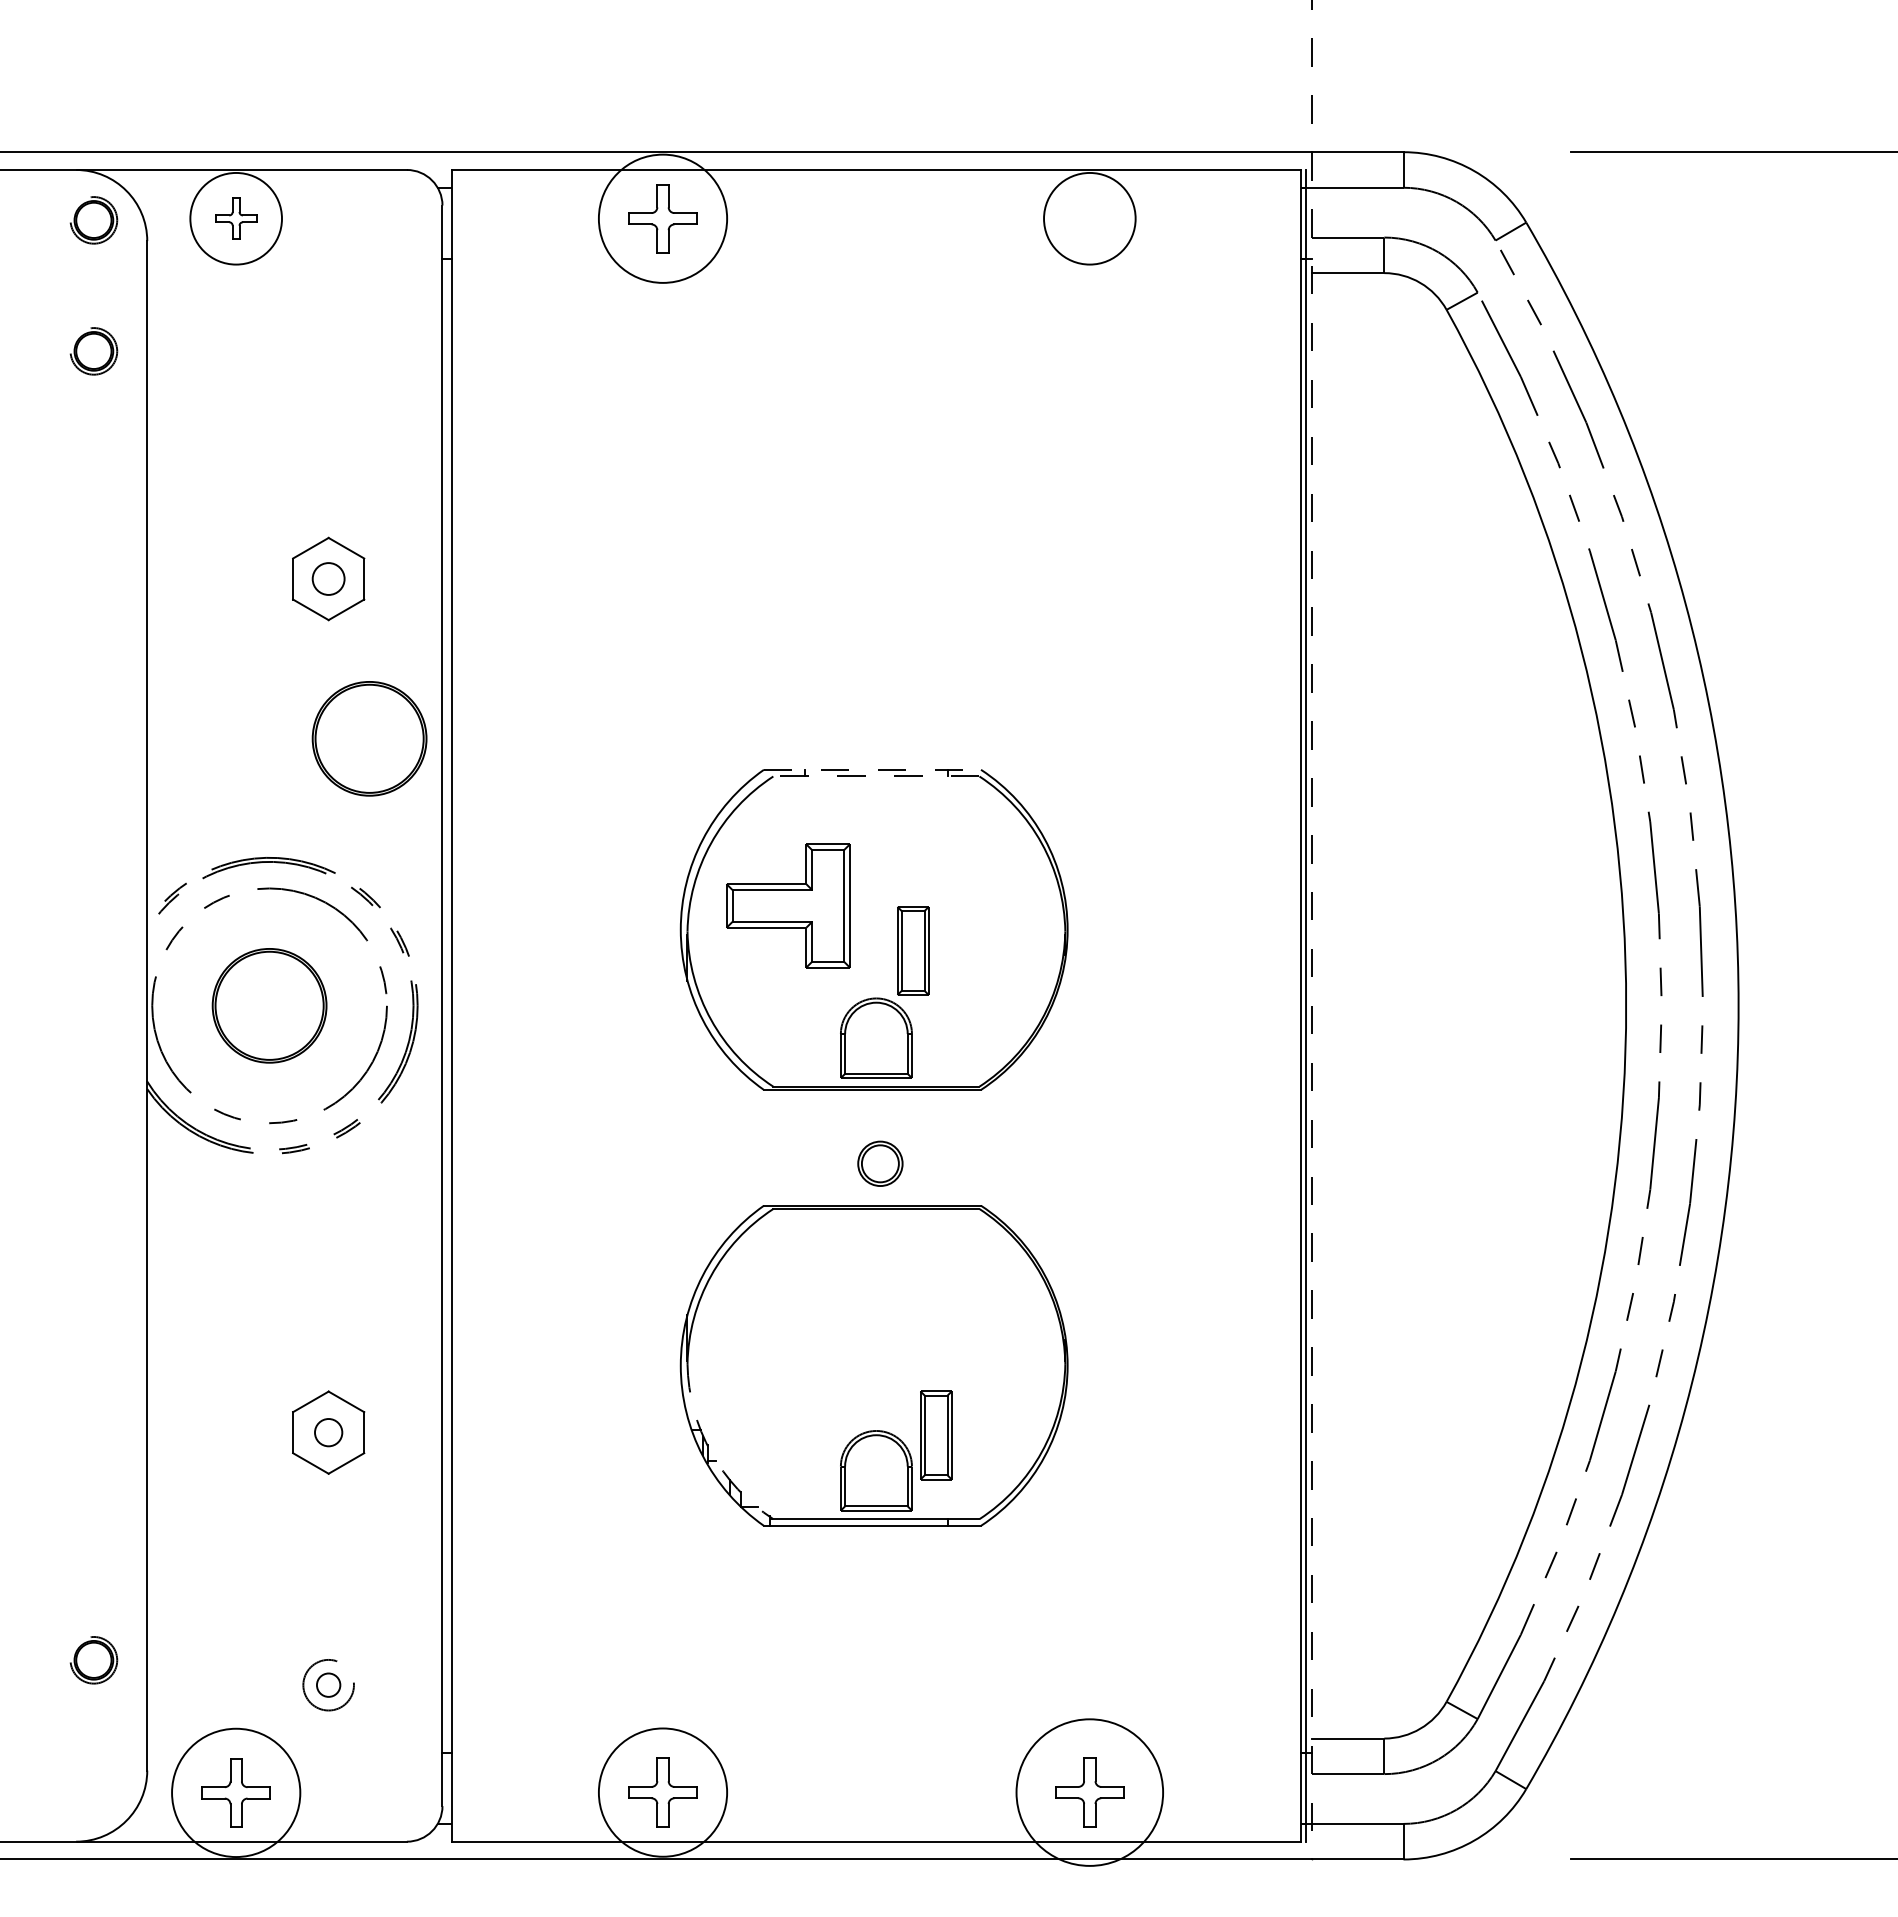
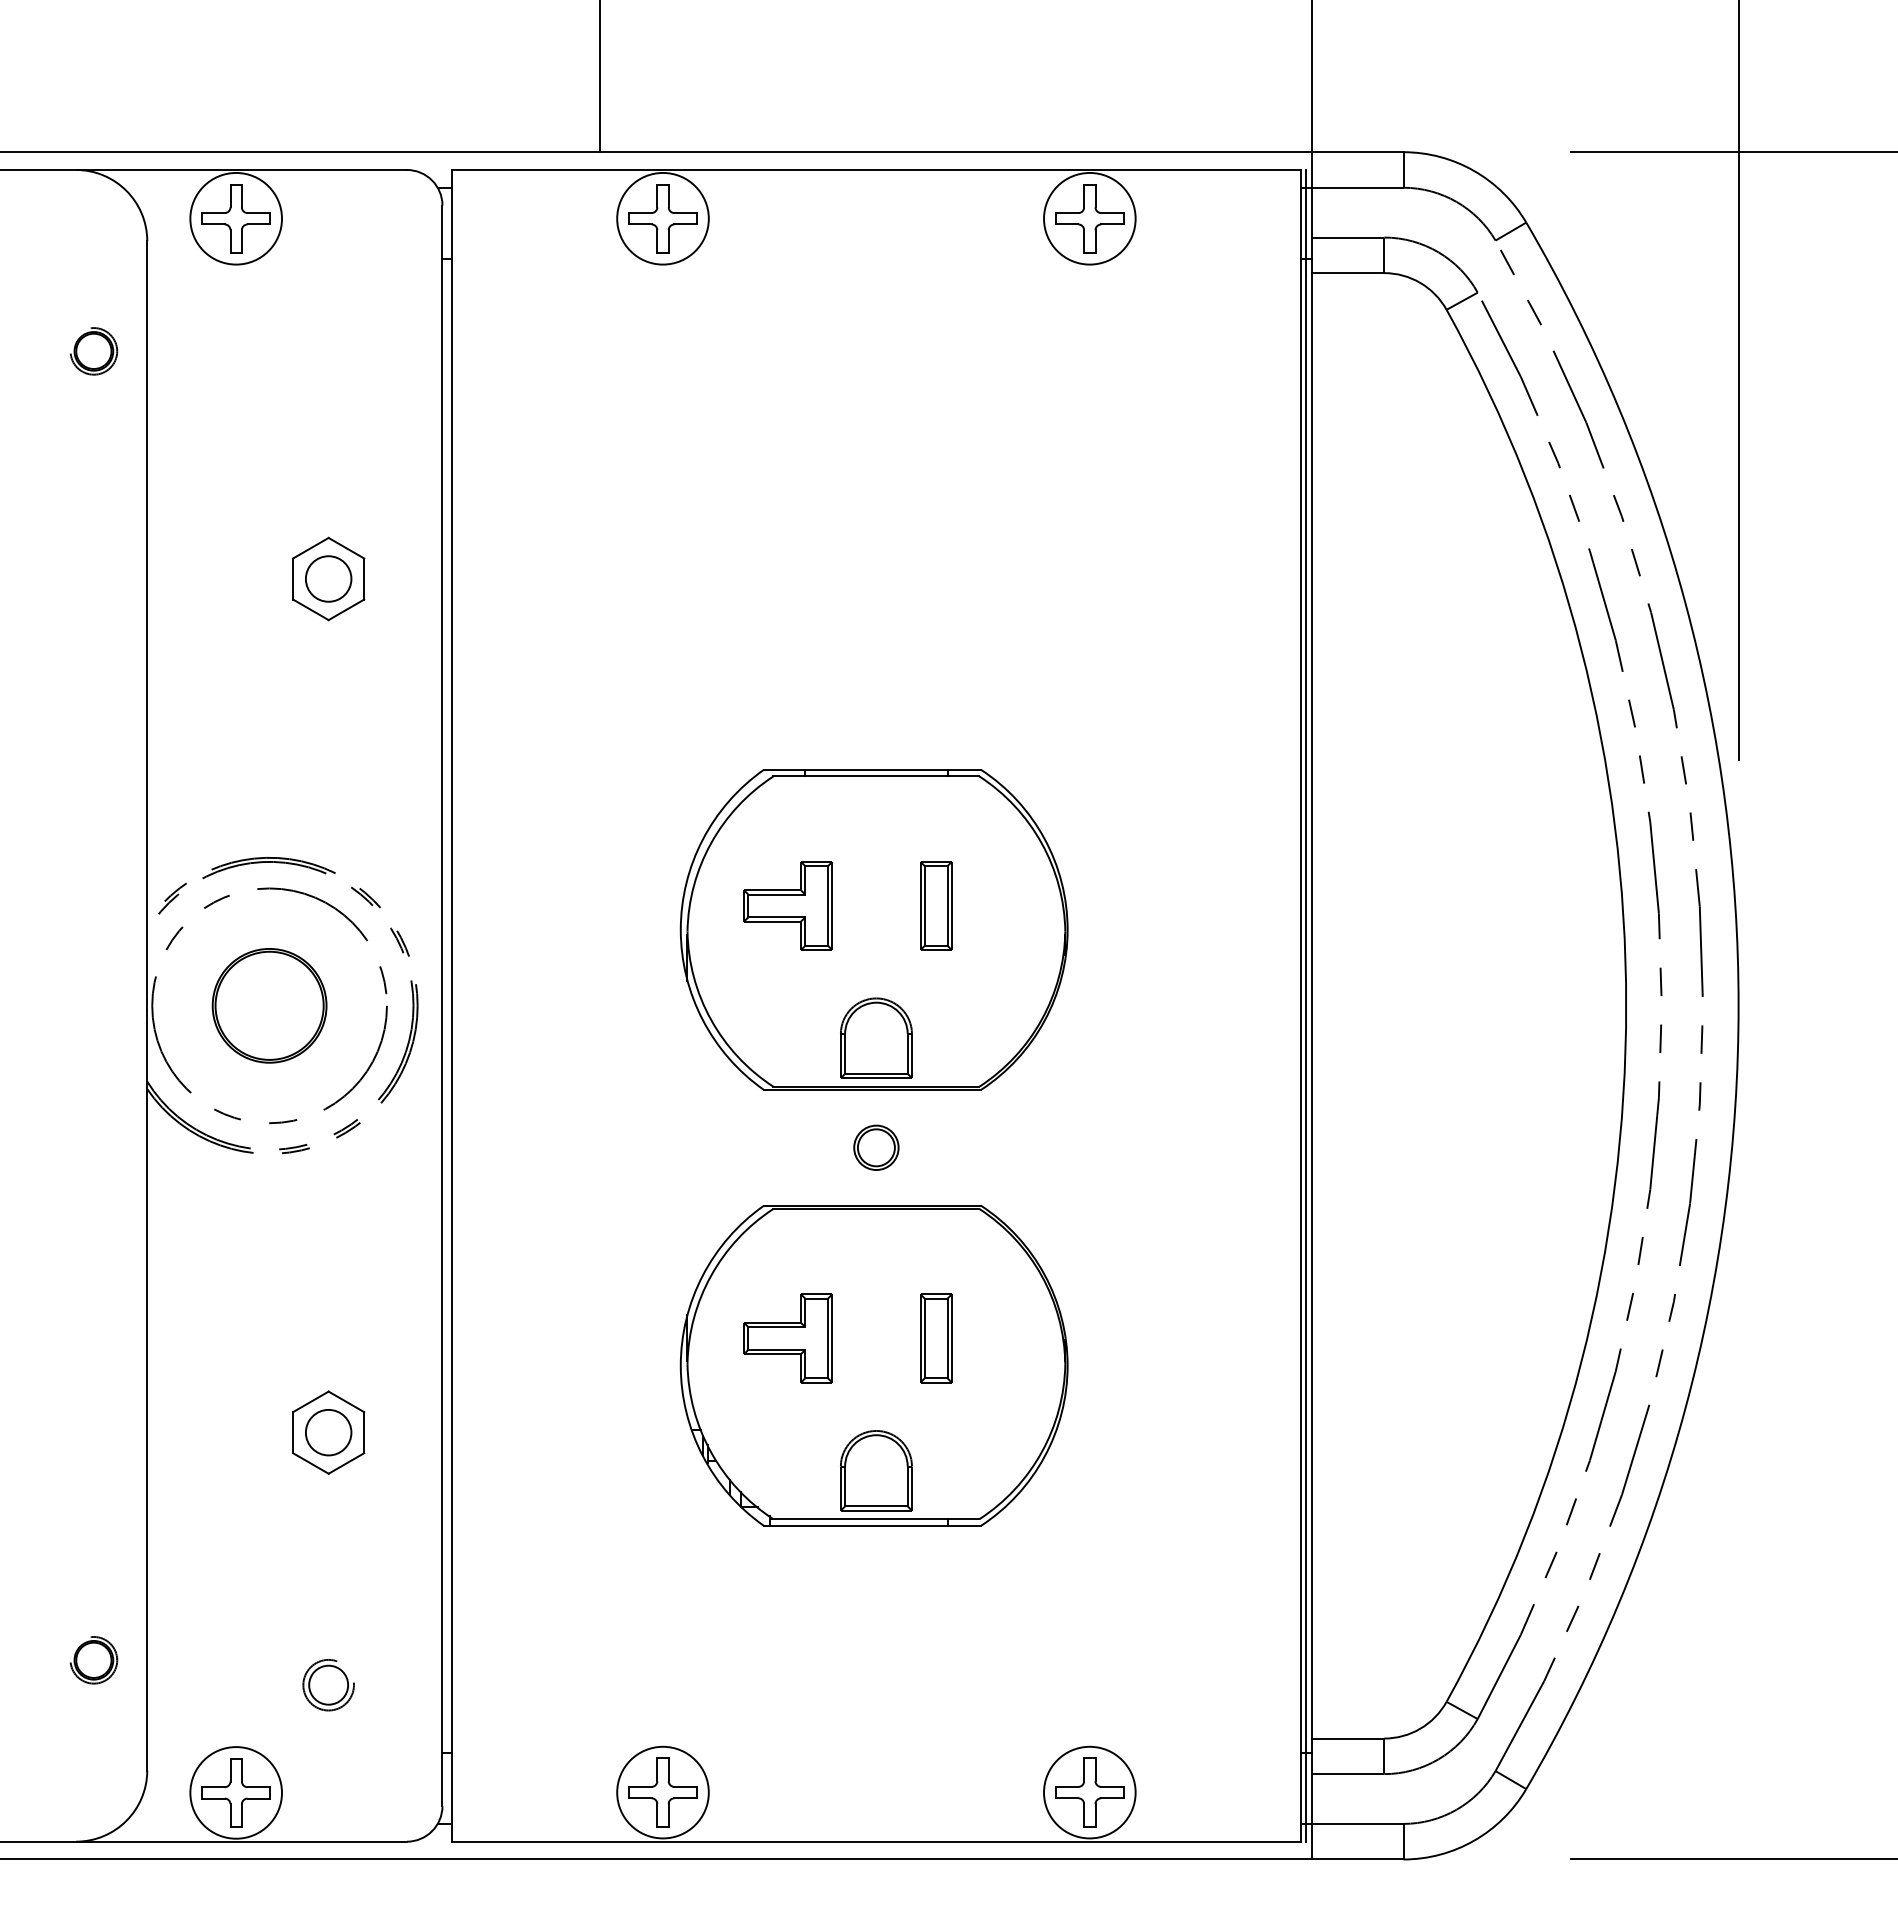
line at (600, 77): none -> present
part at (236, 218) size: 43x43 px -> 70x70 px
circle at (662, 218) diameter: 128 px -> 92 px
part at (1089, 218): none -> present
part at (93, 220): present -> none
line at (1738, 381): none -> present
circle at (328, 578) diameter: 32 px -> 46 px
part at (369, 738): present -> none
line at (872, 769): dashed -> solid
line at (875, 776): dashed -> solid
part at (788, 905) size: 125x126 px -> 90x90 px
line at (1311, 930): dashed -> solid
part at (913, 950) position: (913, 950) -> (936, 905)
part at (880, 1163) position: (880, 1163) -> (876, 1147)
part at (787, 1338): none -> present
circle at (328, 1432) diameter: 27 px -> 46 px
part at (936, 1435) position: (936, 1435) -> (936, 1338)
arc at (711, 1452): dashed -> solid
circle at (328, 1684) diameter: 23 px -> 39 px
circle at (236, 1792) diameter: 128 px -> 92 px
circle at (662, 1792) diameter: 128 px -> 92 px
circle at (1089, 1792) diameter: 147 px -> 92 px
